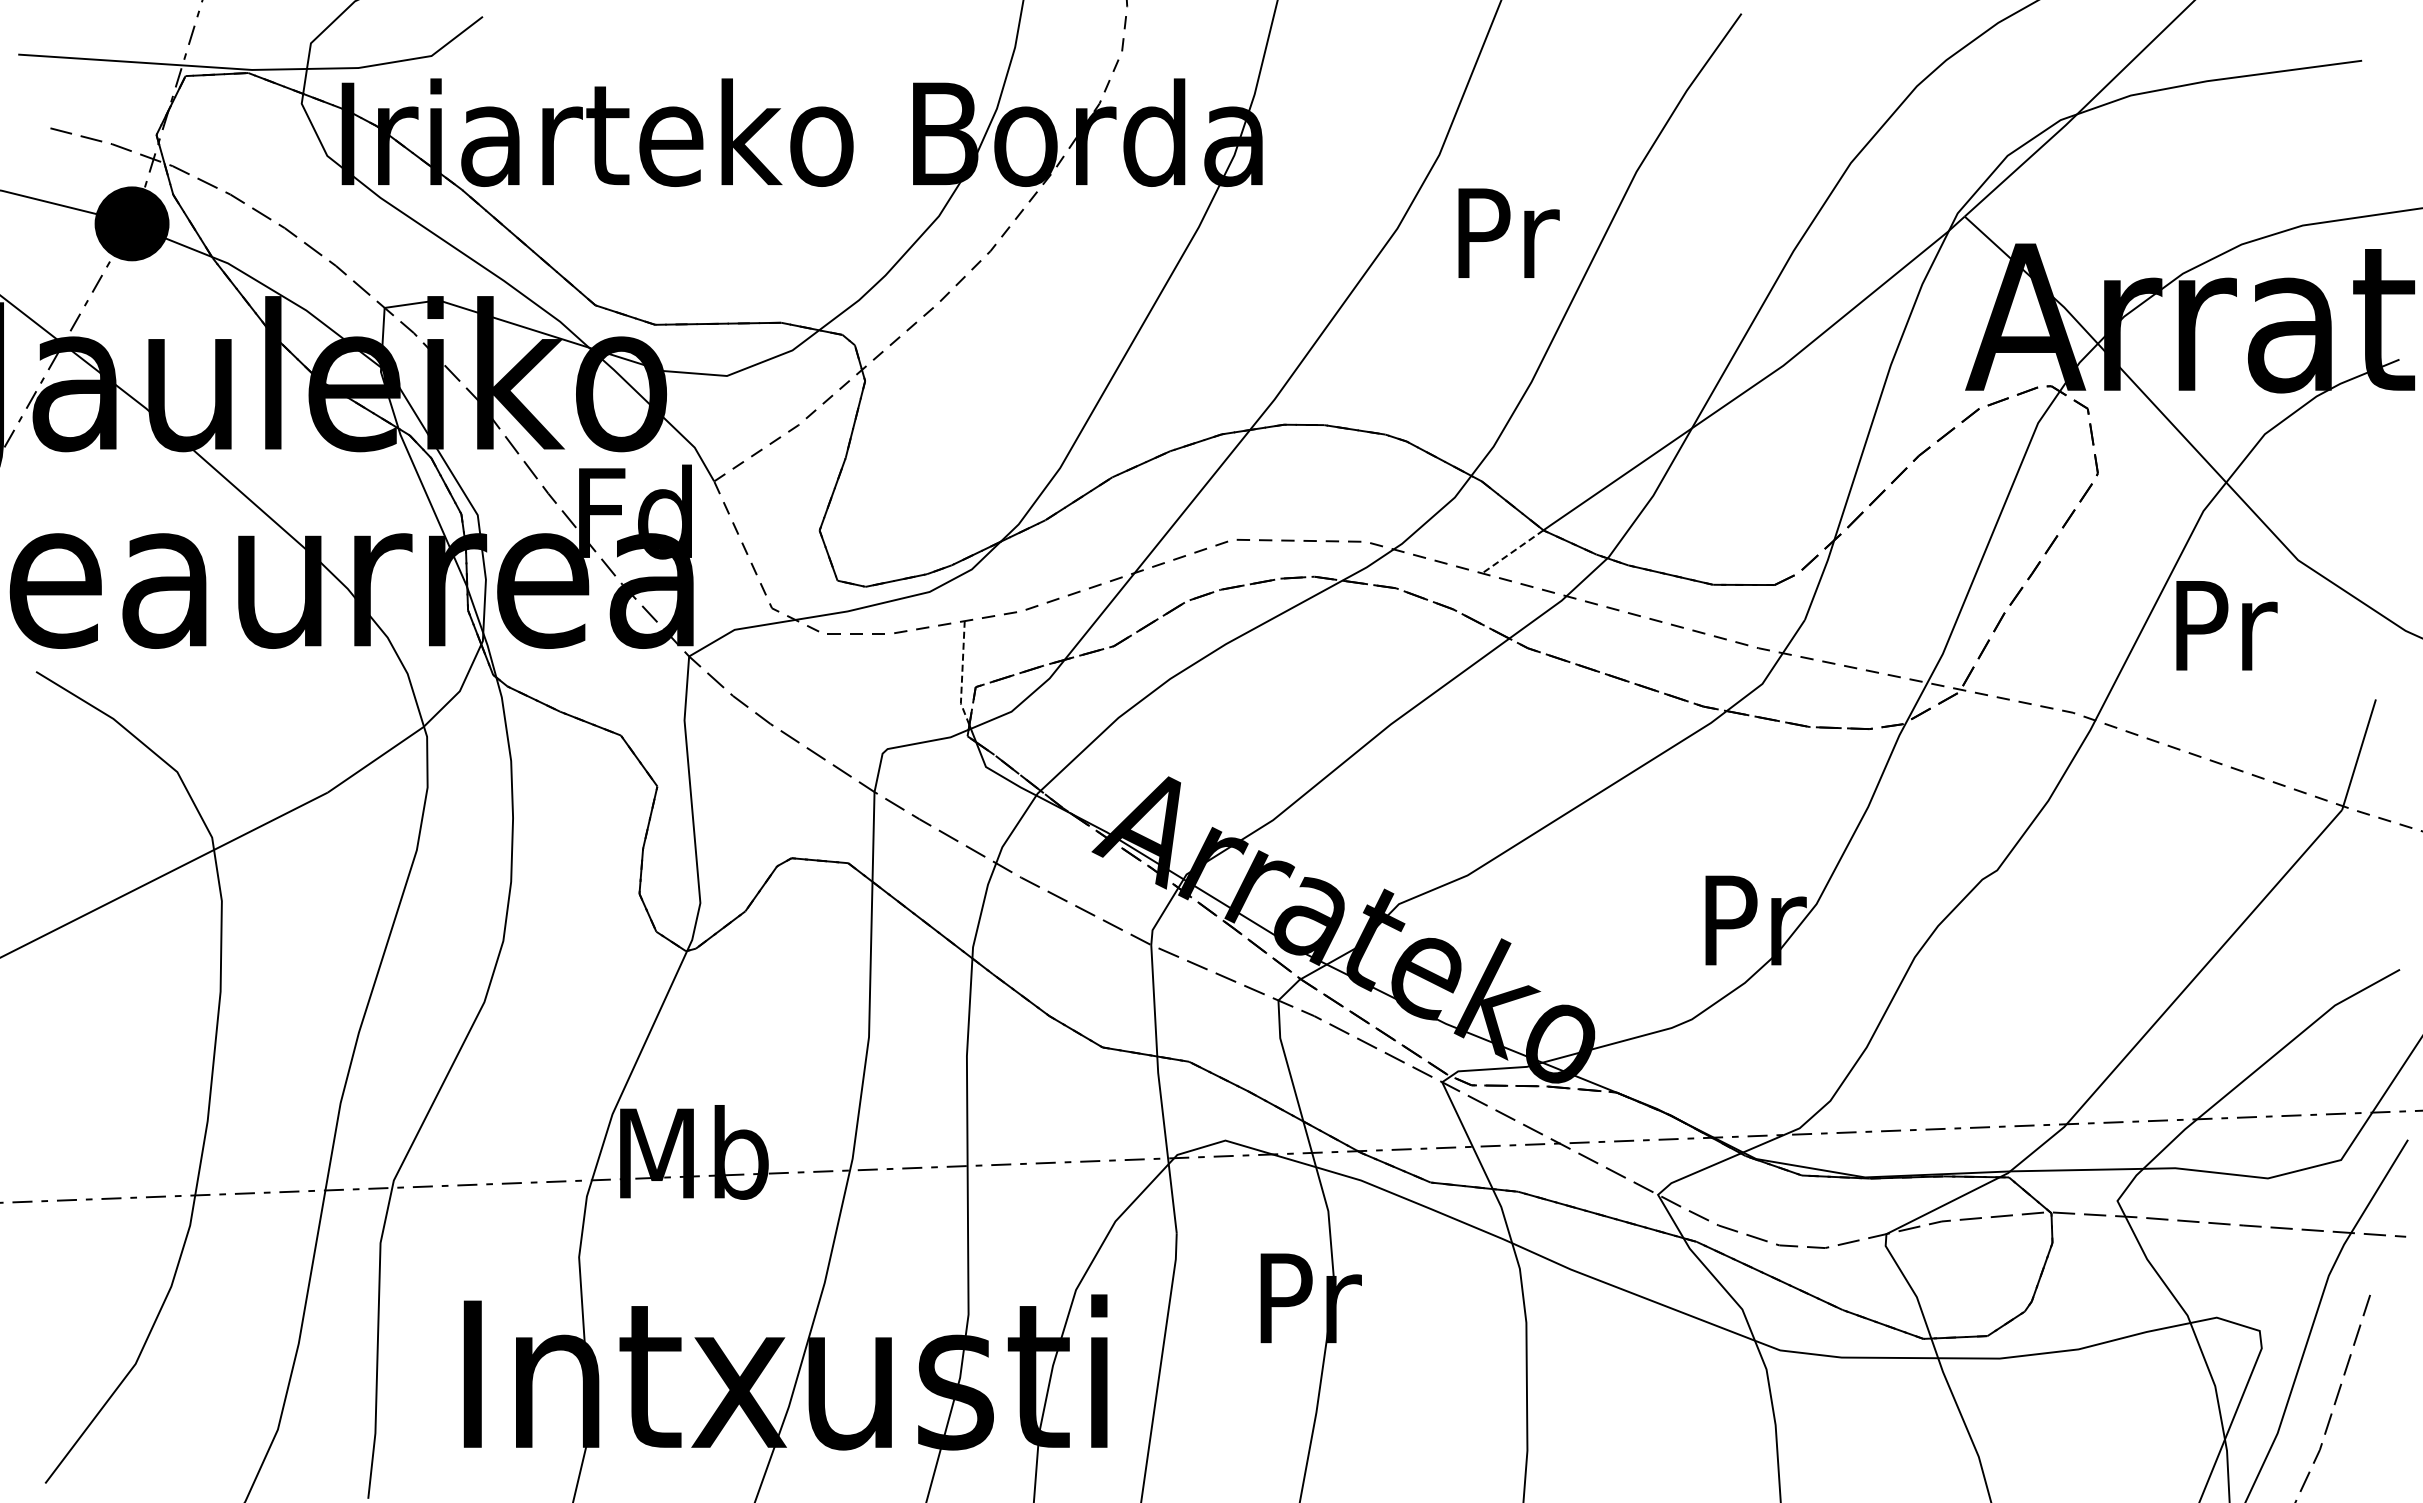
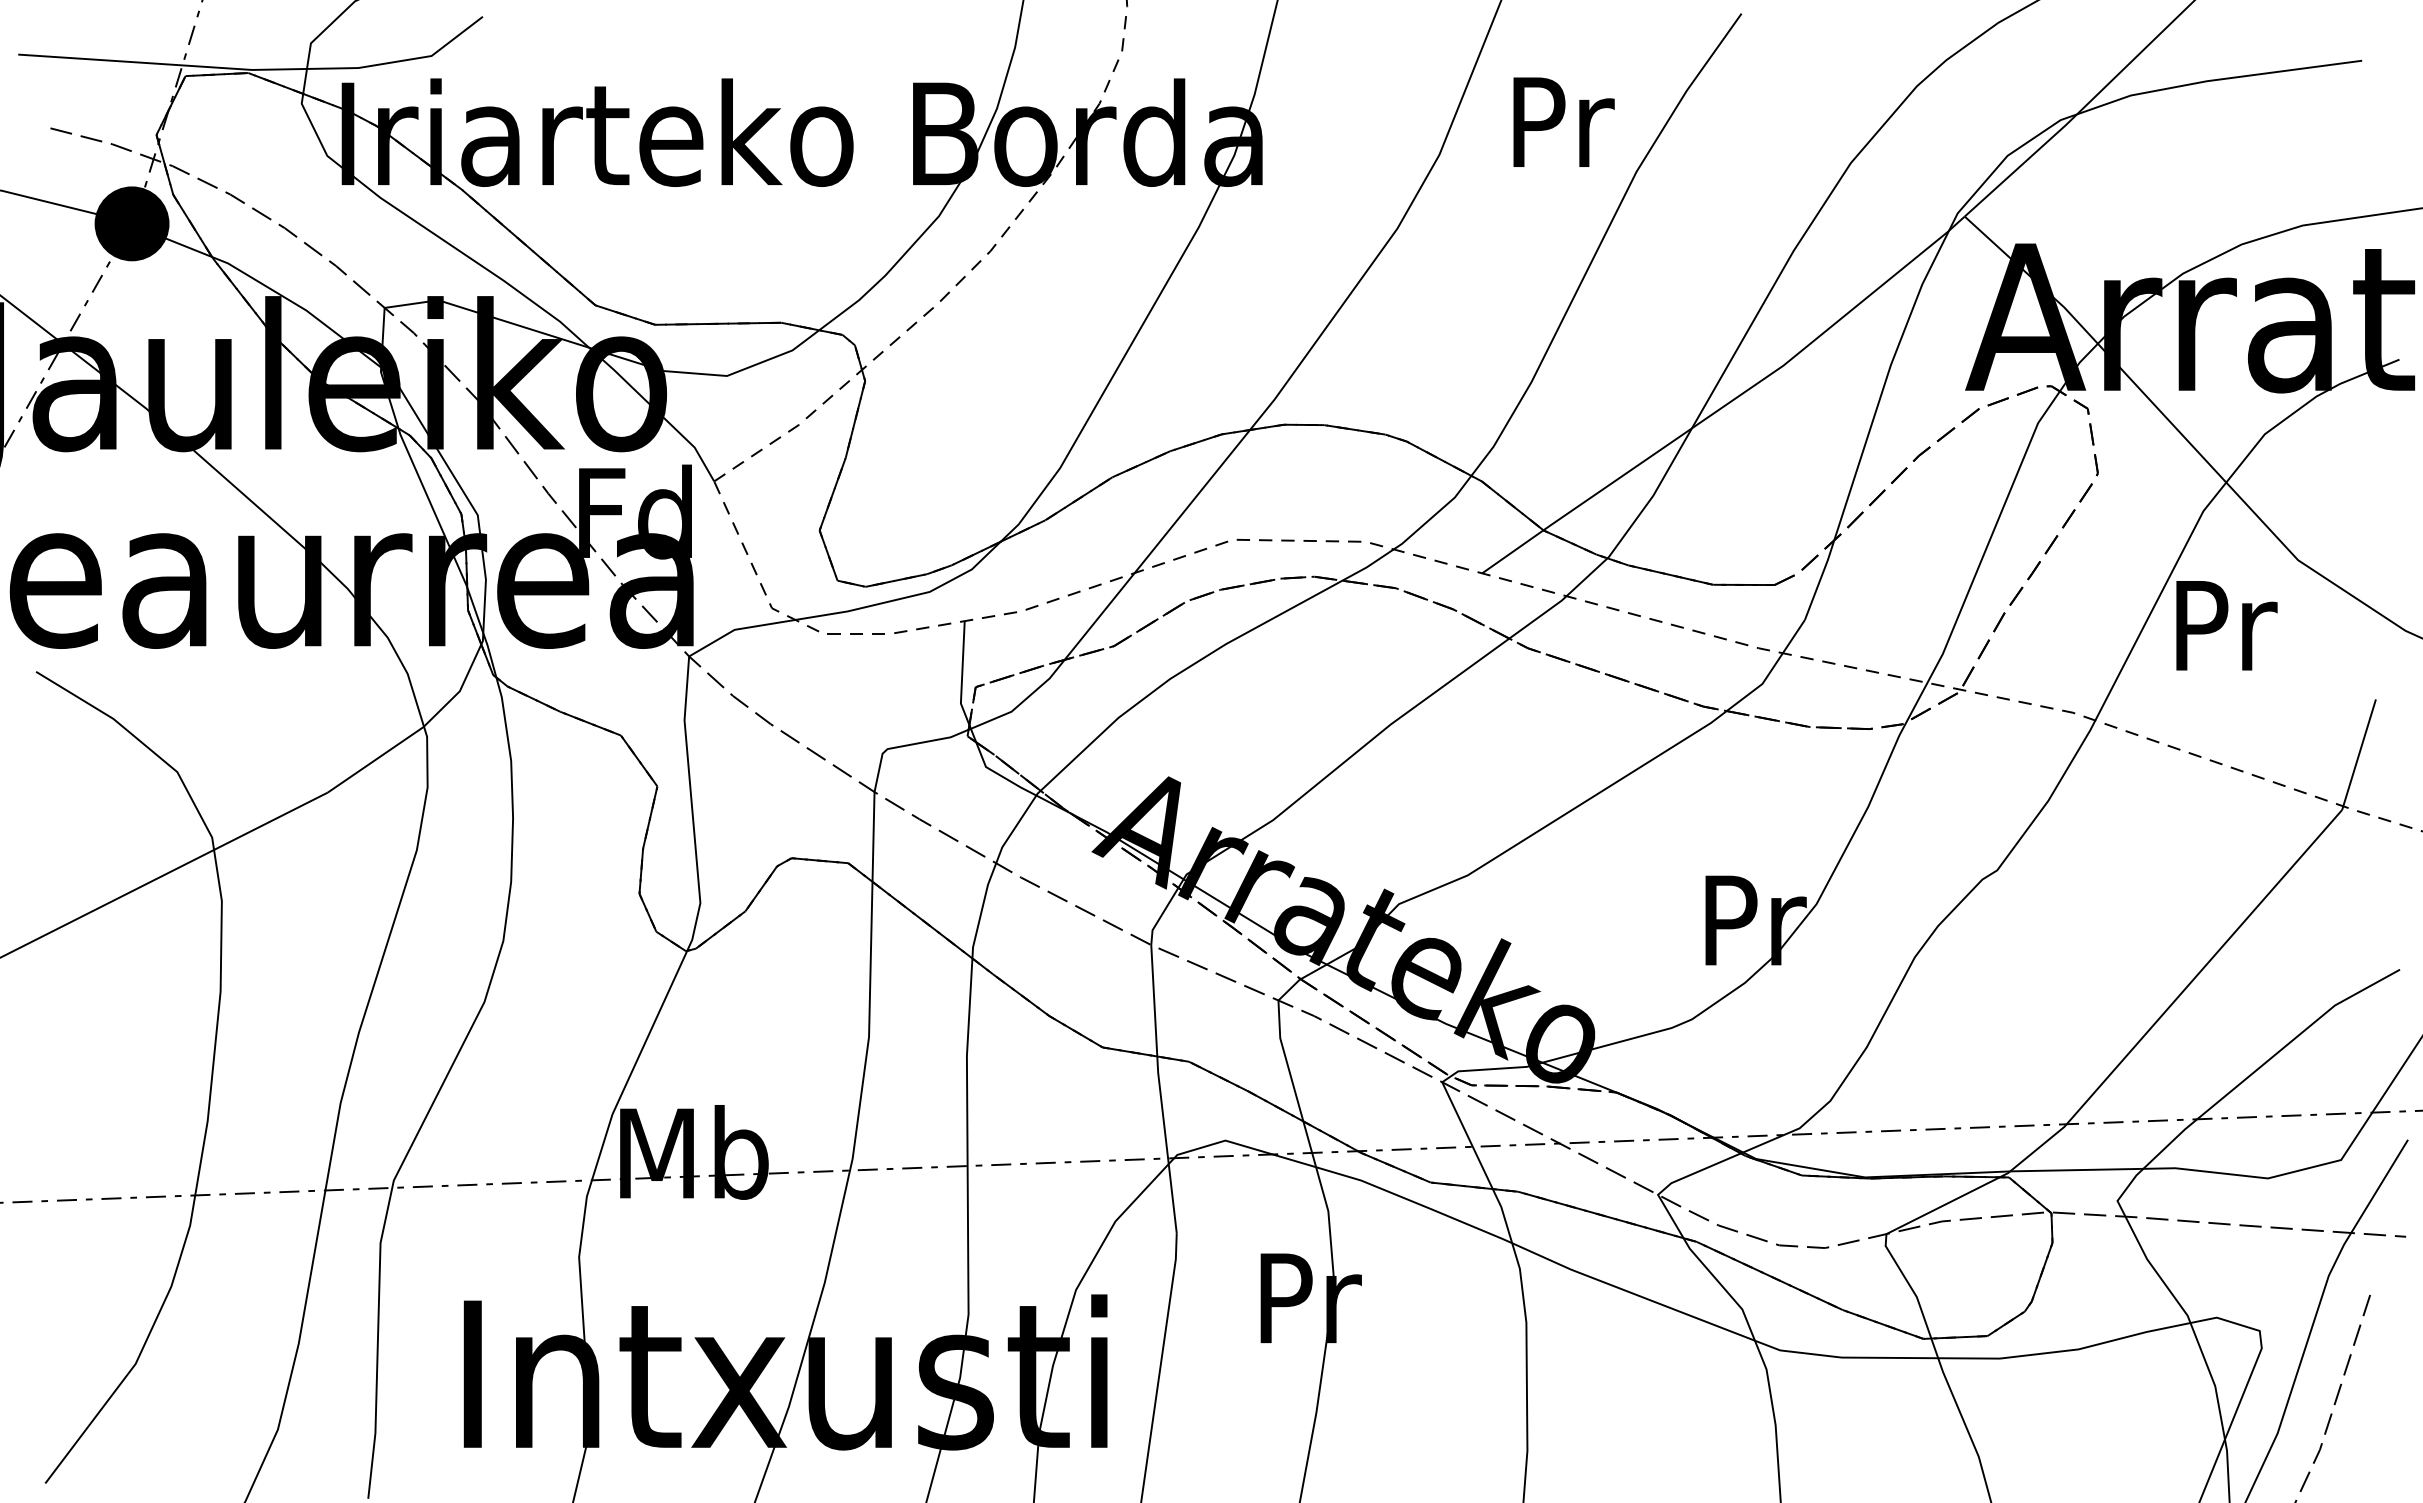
text at (1508, 232) position: (1508, 232) -> (1563, 121)
line at (1512, 552): dashed -> solid
line at (962, 674): dashed -> solid
